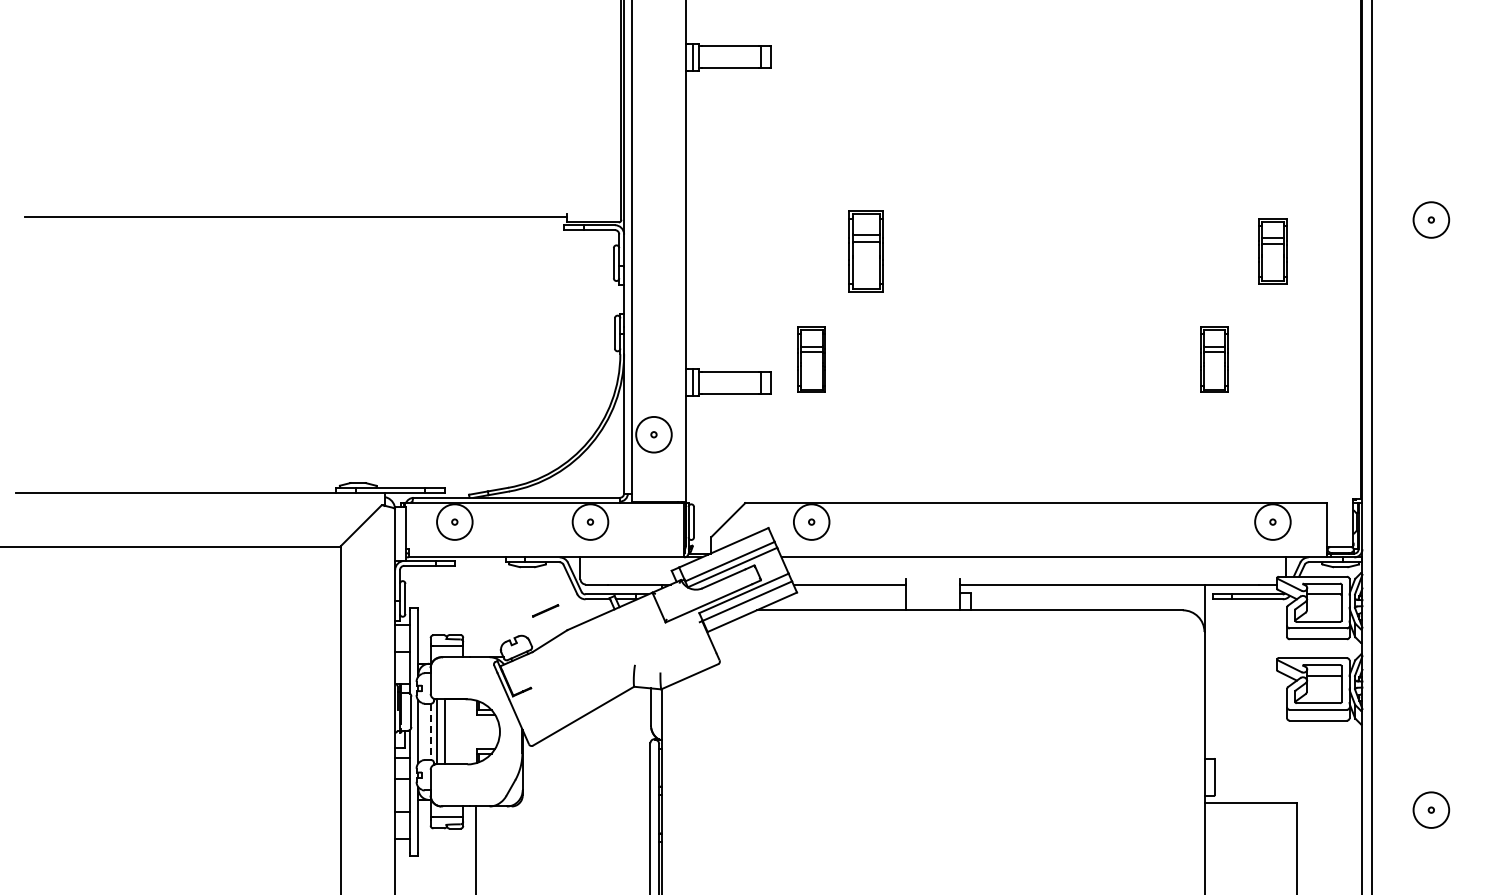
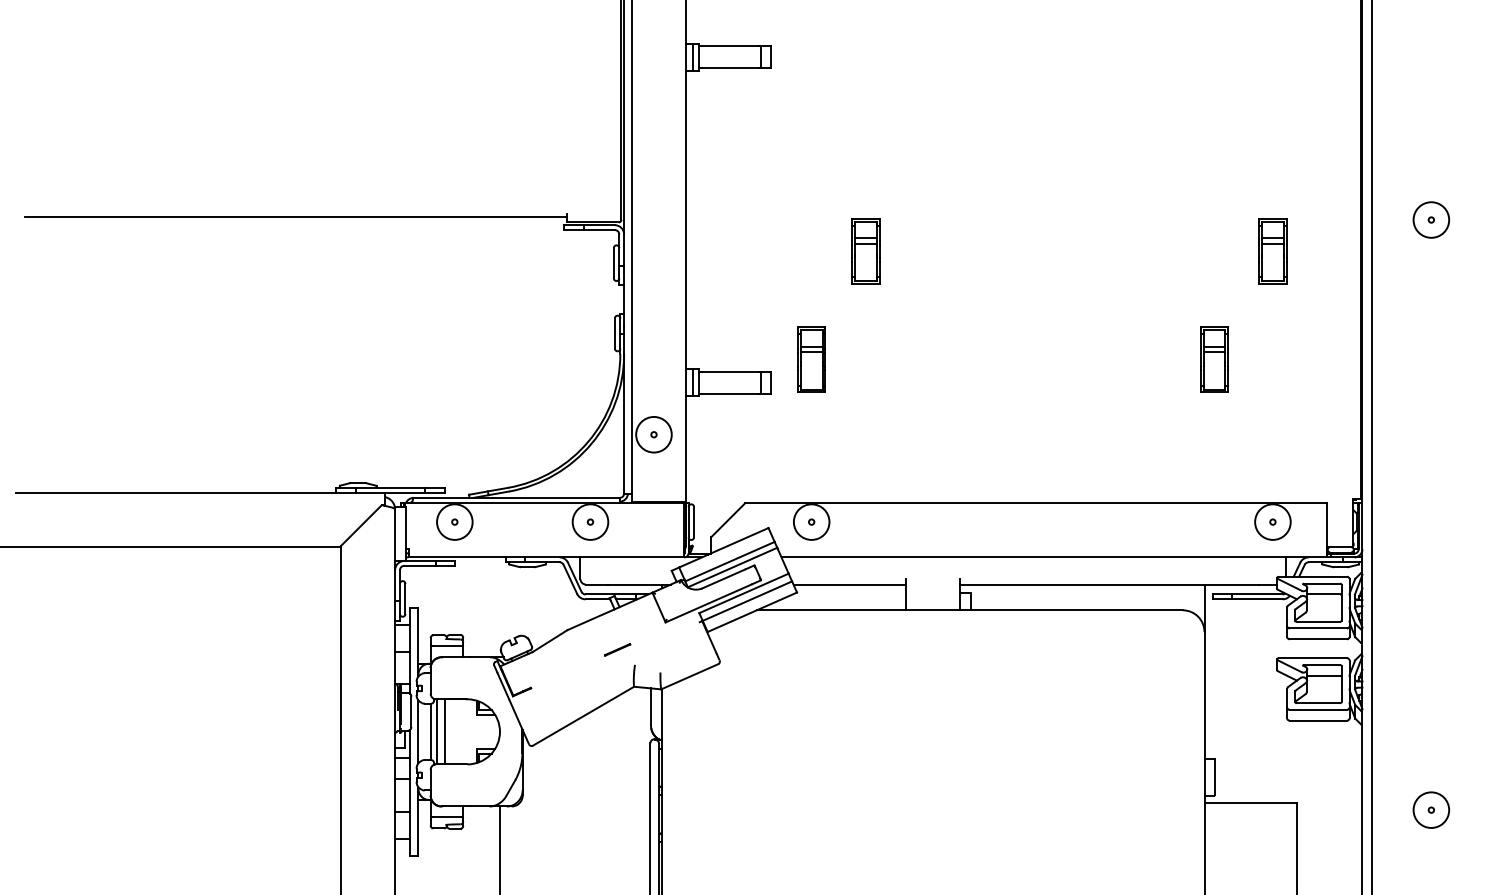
part at (865, 251) size: 36x83 px -> 30x67 px
line at (545, 610) position: (545, 610) -> (617, 649)
line at (430, 732): dashed -> solid
line at (475, 848) position: (475, 848) -> (499, 848)
